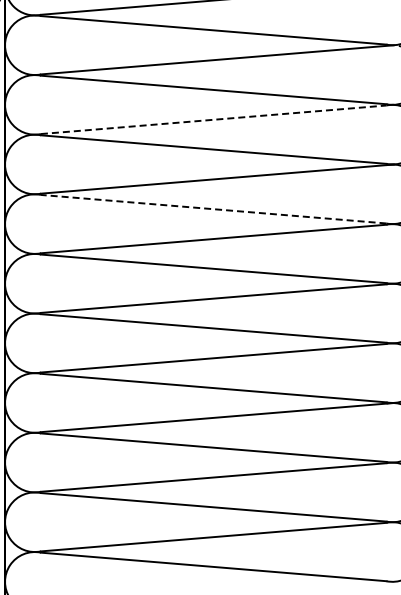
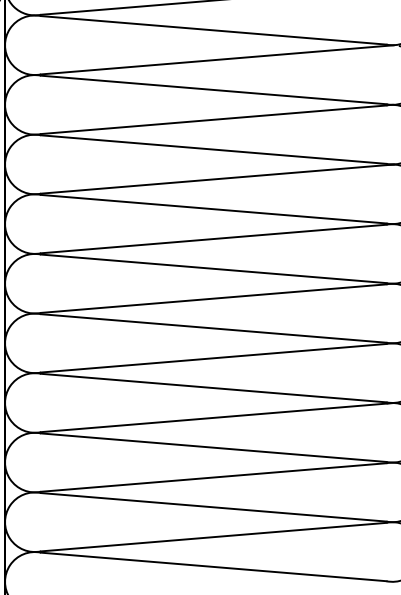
line at (214, 119): dashed -> solid
line at (213, 209): dashed -> solid
